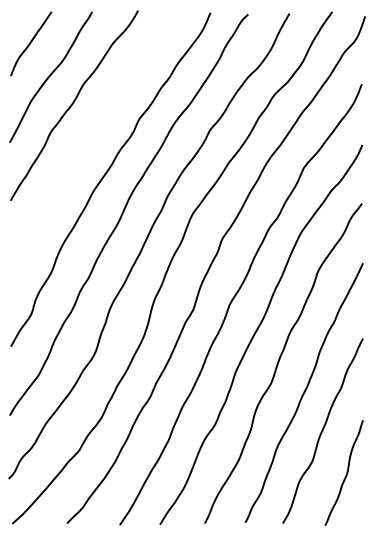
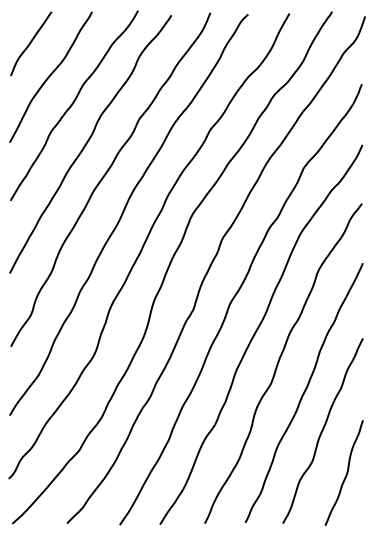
curve at (88, 142): none -> present
